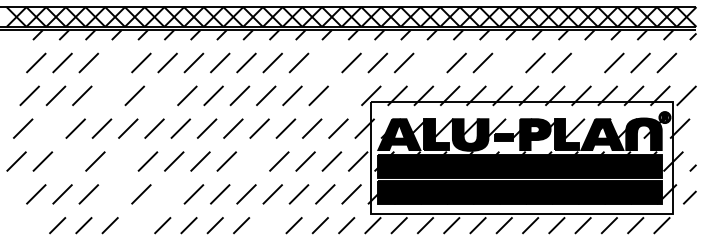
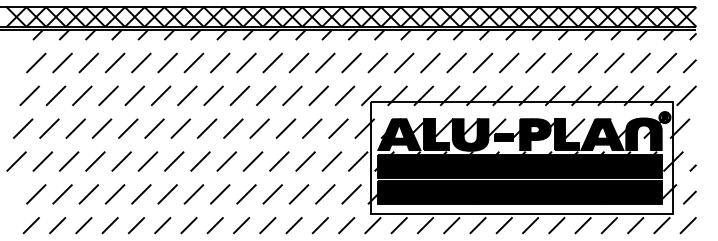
line at (114, 62): none -> present
line at (325, 62): none -> present
line at (430, 62): none -> present
line at (509, 62): none -> present
line at (587, 62): none -> present
line at (689, 66): none -> present
line at (108, 95): none -> present
line at (161, 95): none -> present
line at (344, 95): none -> present
line at (49, 128): none -> present
line at (68, 161): none -> present
line at (121, 161): none -> present
line at (252, 161): none -> present
line at (114, 194): none -> present
line at (167, 194): none -> present
line at (30, 225): none -> present
line at (135, 225): none -> present
line at (267, 225): none -> present
line at (687, 225): none -> present
